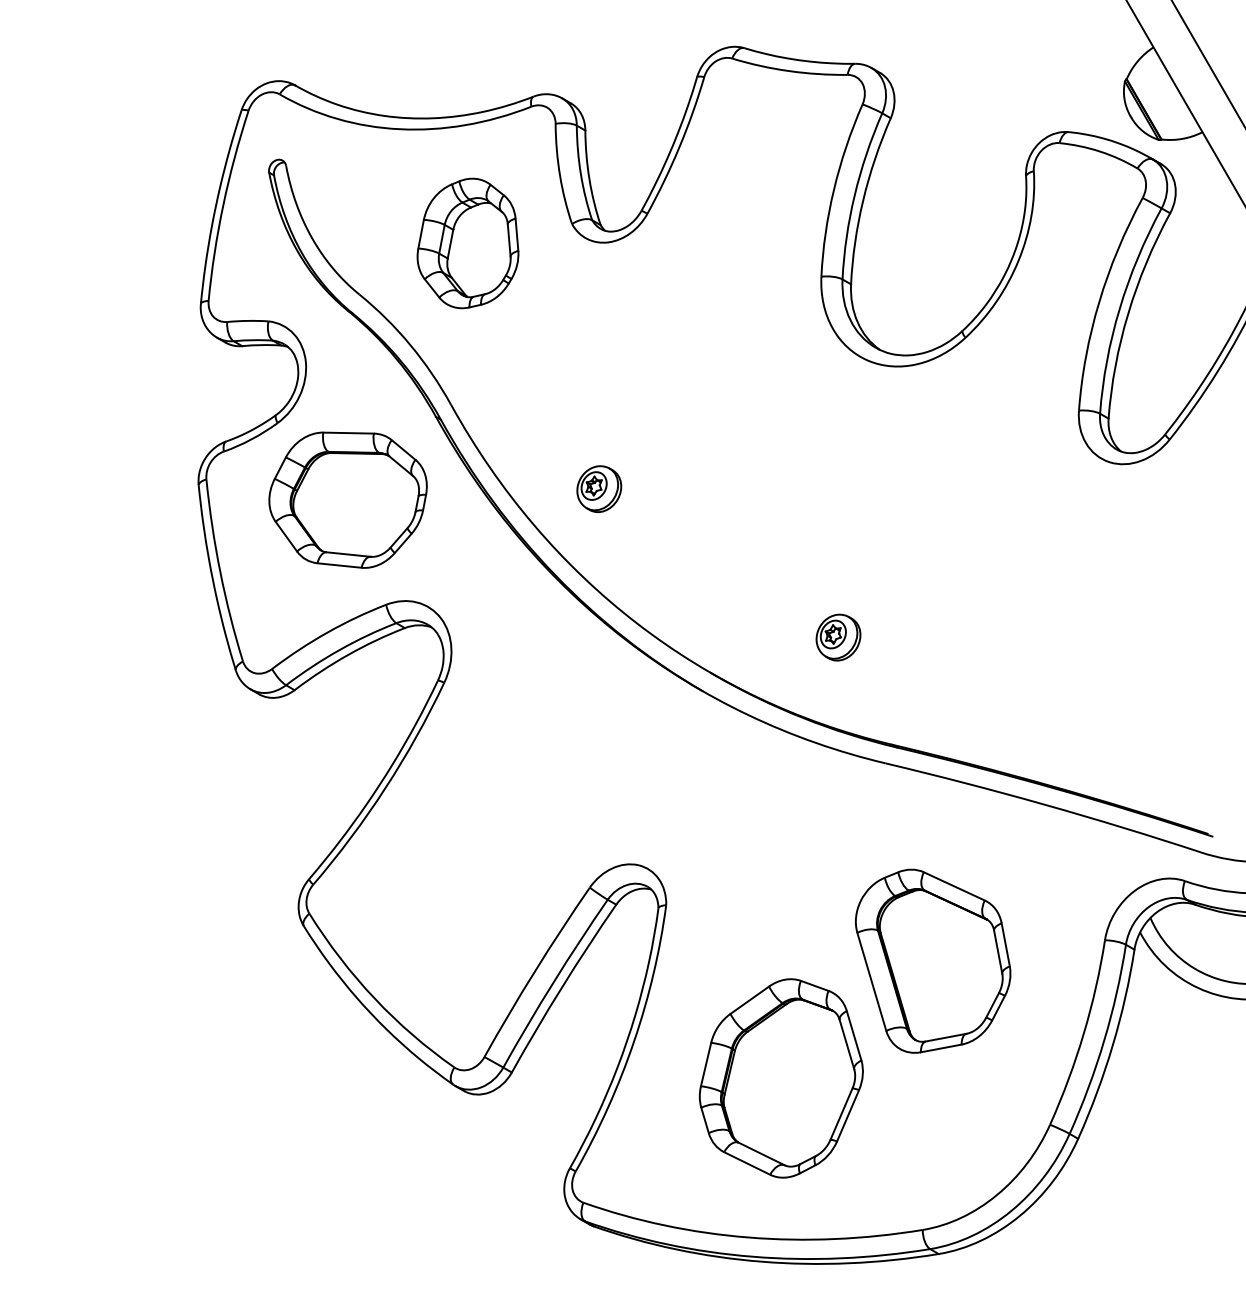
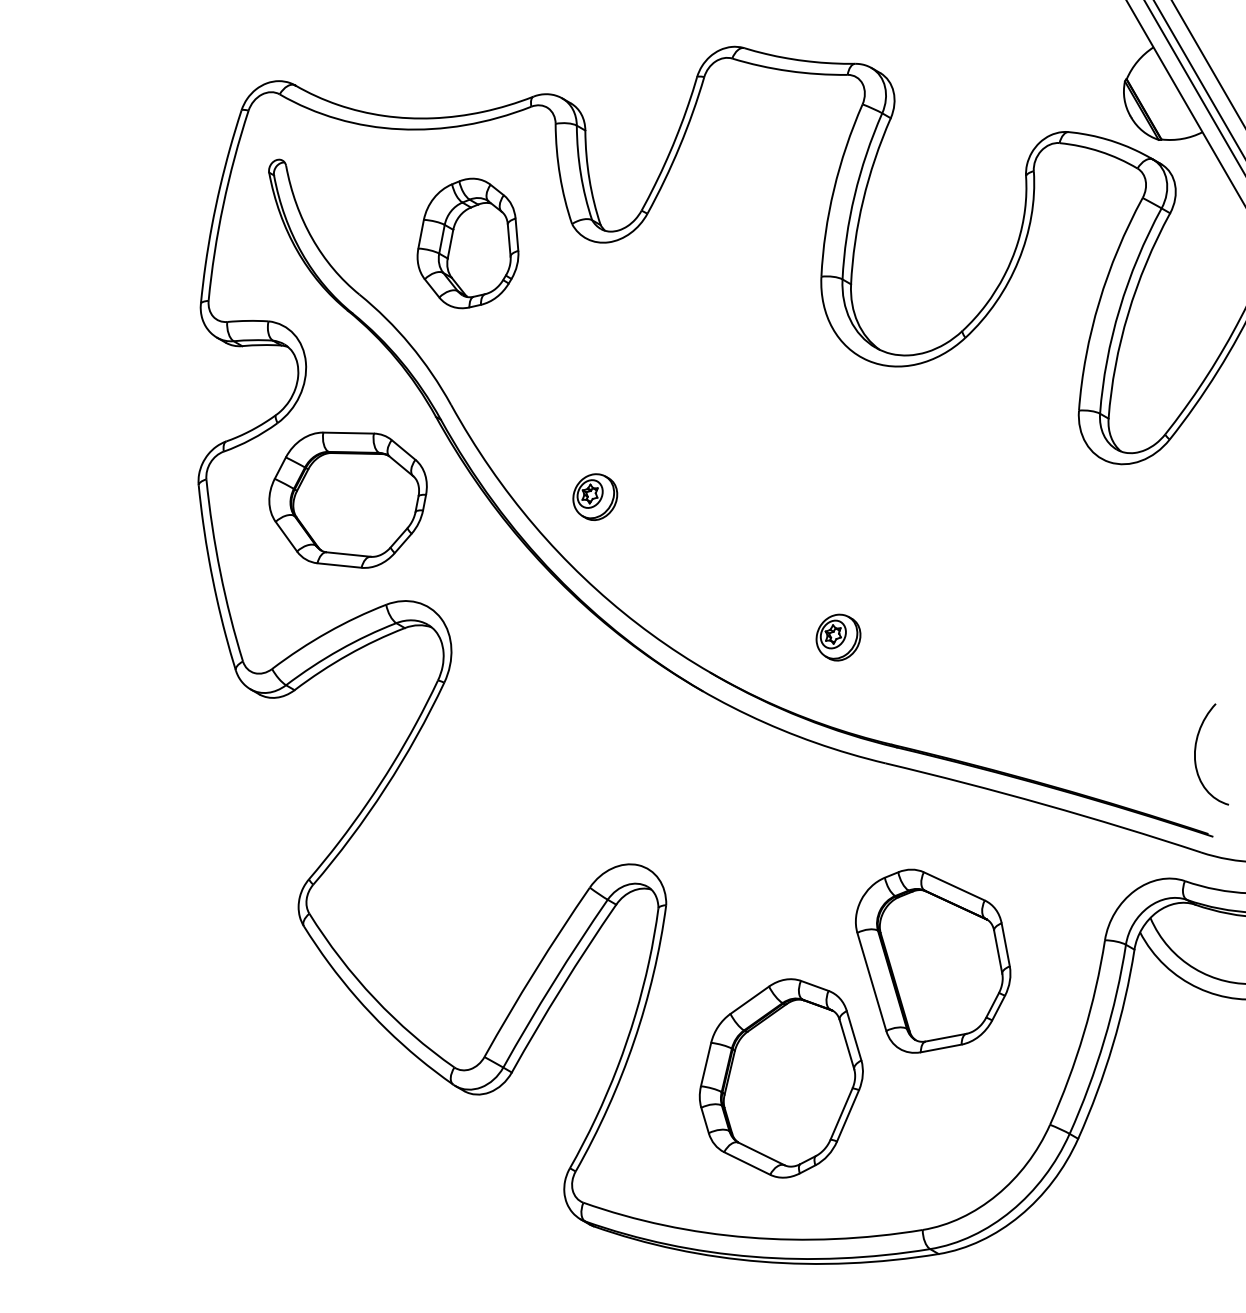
line at (1198, 78): none -> present
line at (1193, 86): none -> present
part at (599, 488) position: (599, 488) -> (595, 496)
curve at (1196, 749): none -> present
